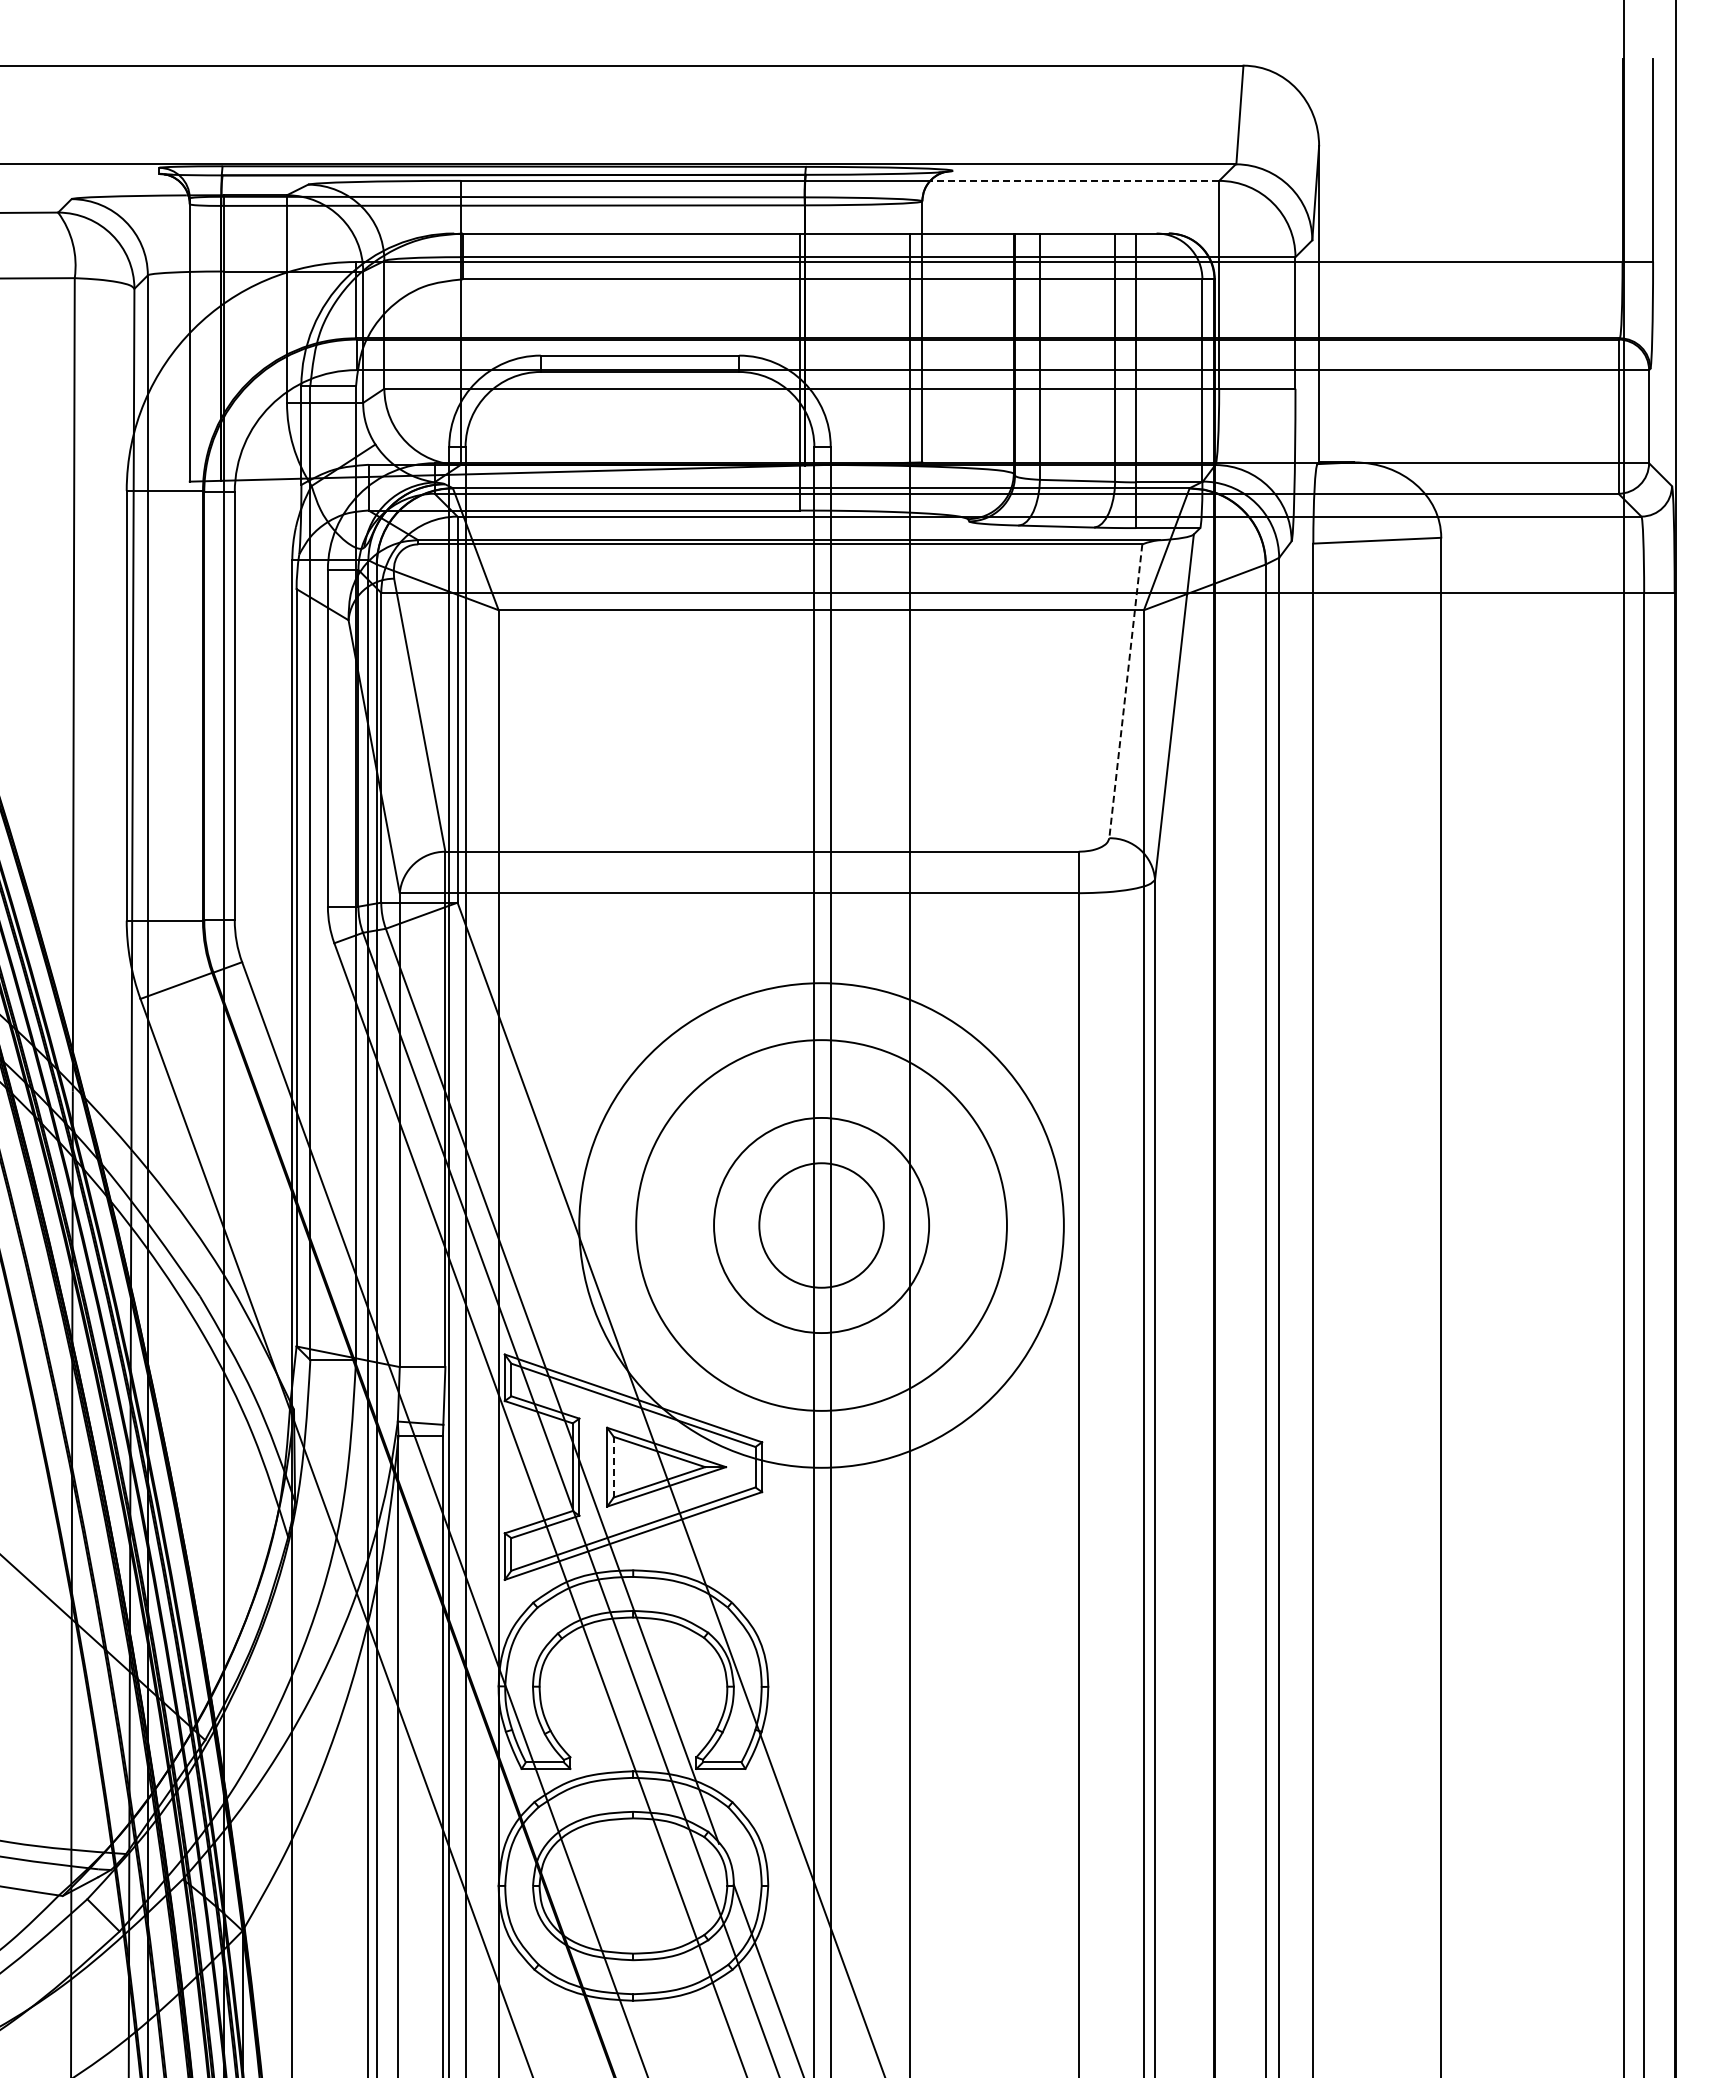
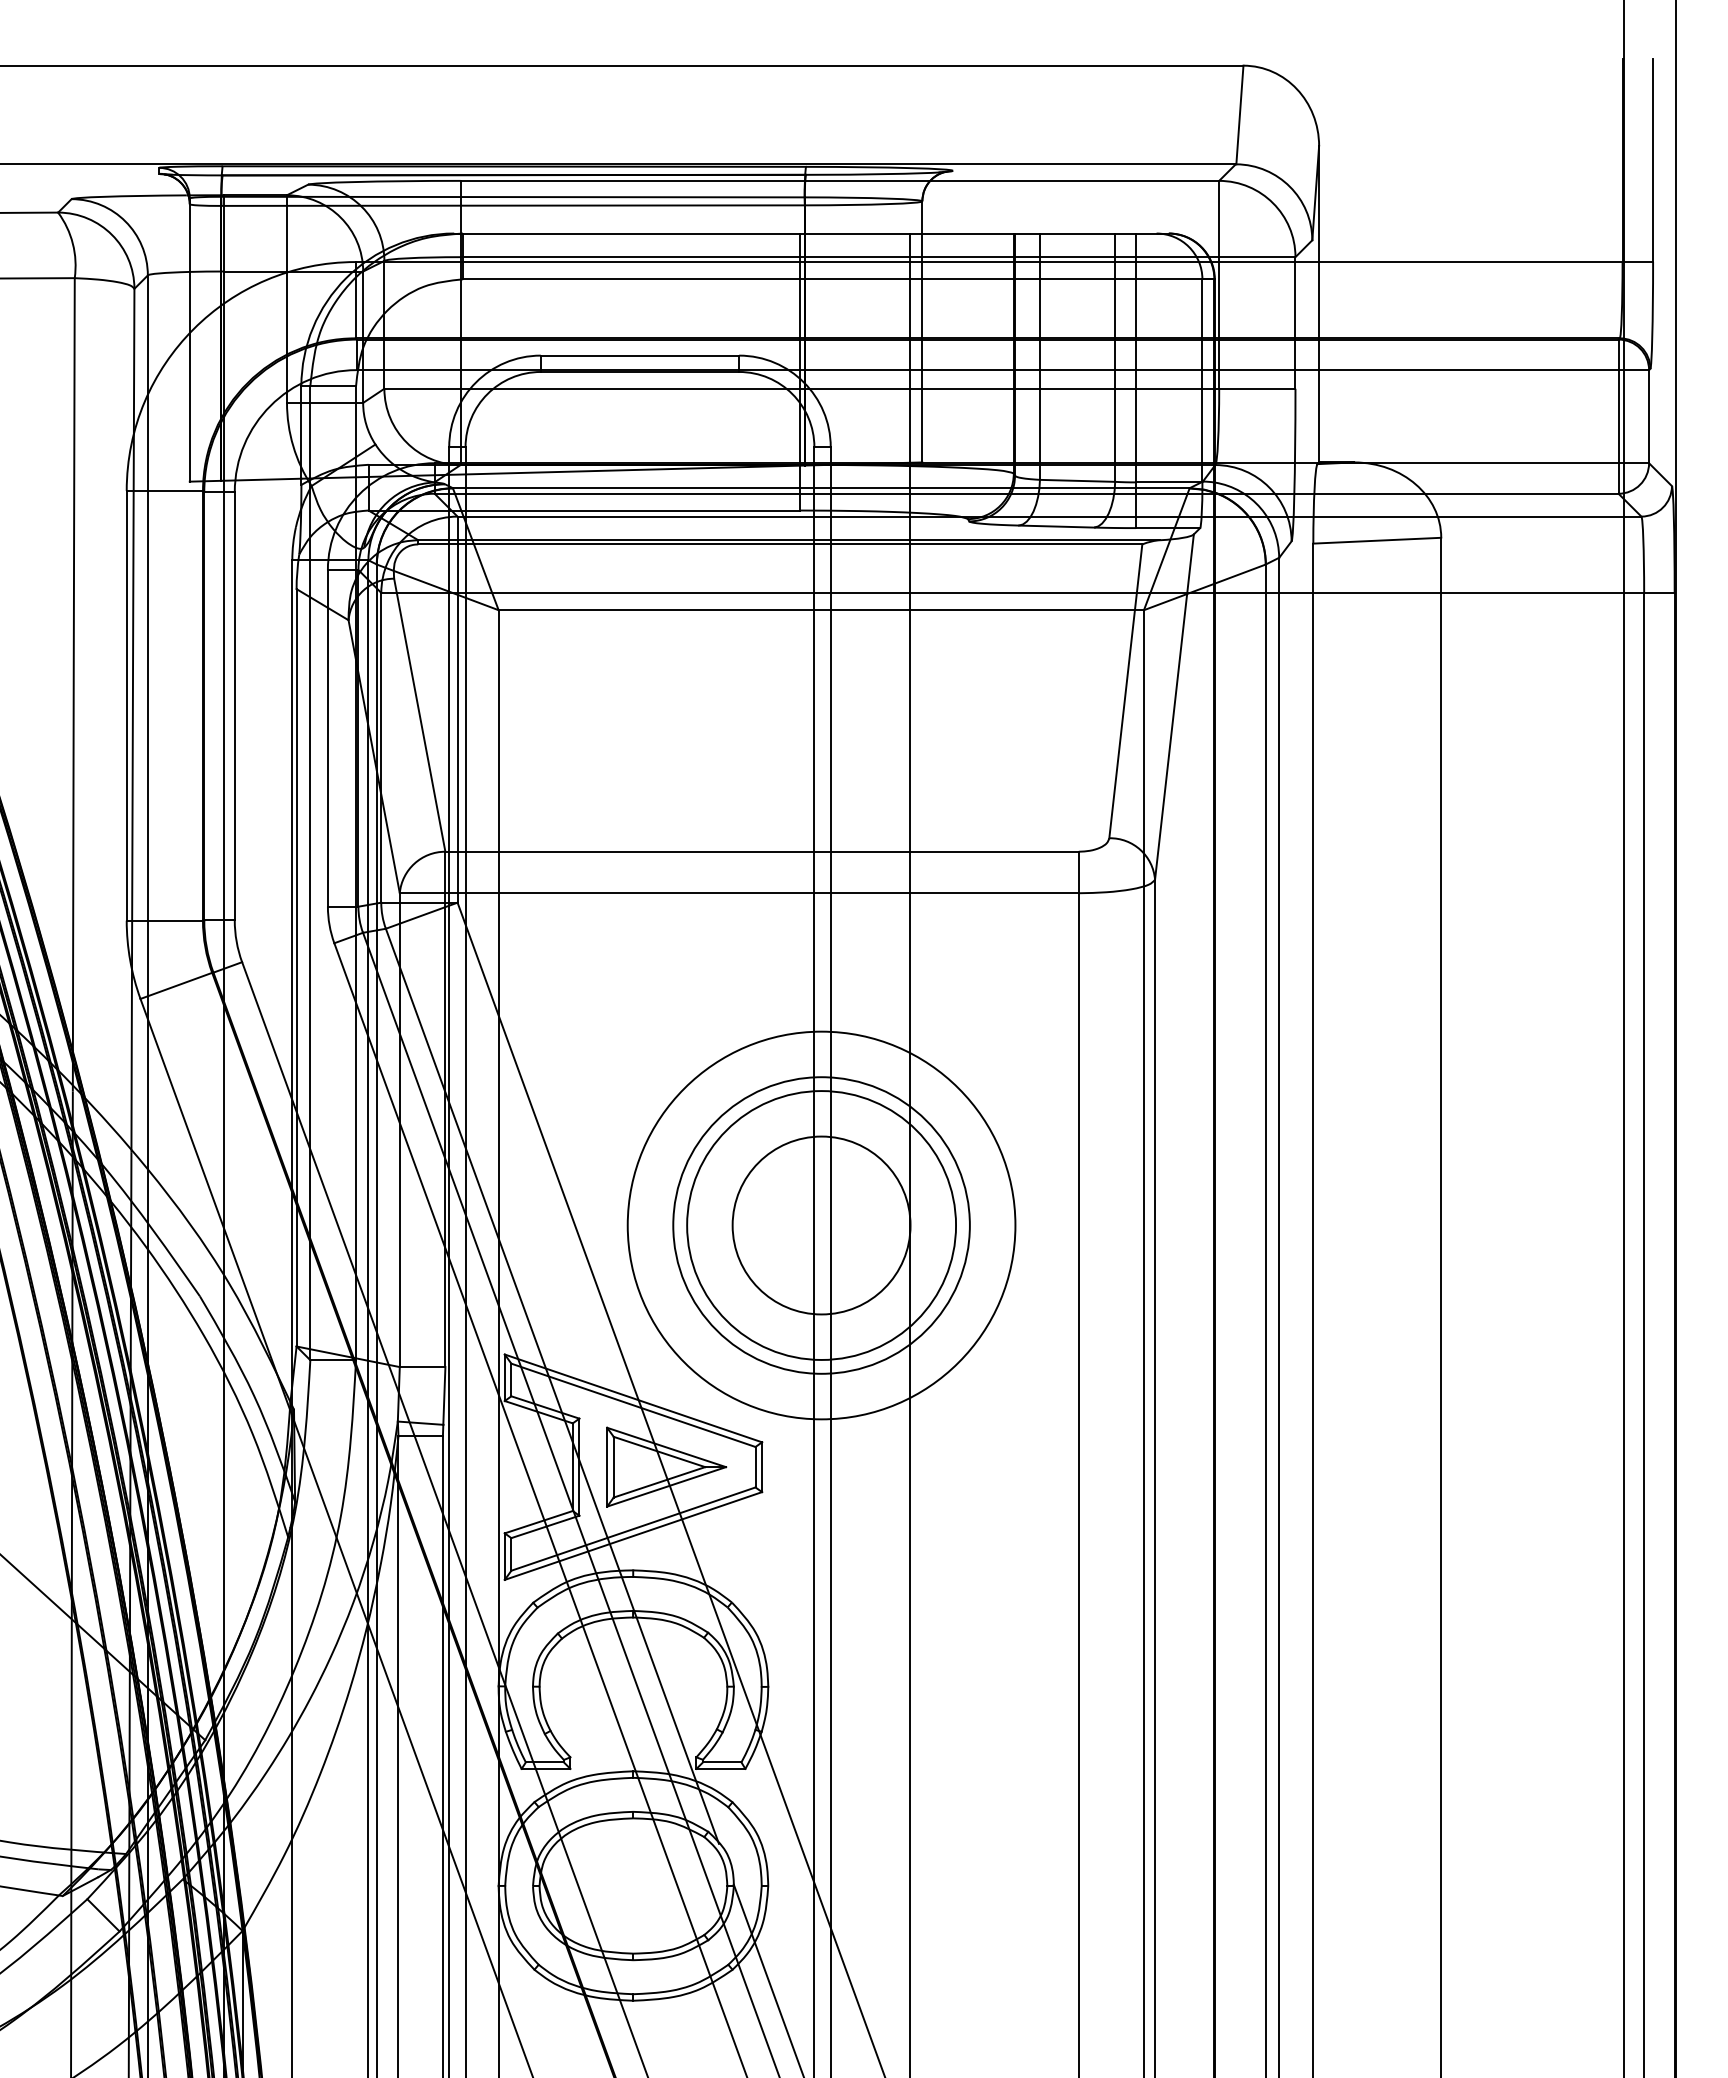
line at (1074, 180): dashed -> solid
line at (1125, 691): dashed -> solid
circle at (821, 1225) diameter: 125 px -> 178 px
circle at (821, 1225) diameter: 215 px -> 269 px
circle at (821, 1225) diameter: 371 px -> 297 px
circle at (821, 1225) diameter: 485 px -> 388 px
line at (613, 1466): dashed -> solid
